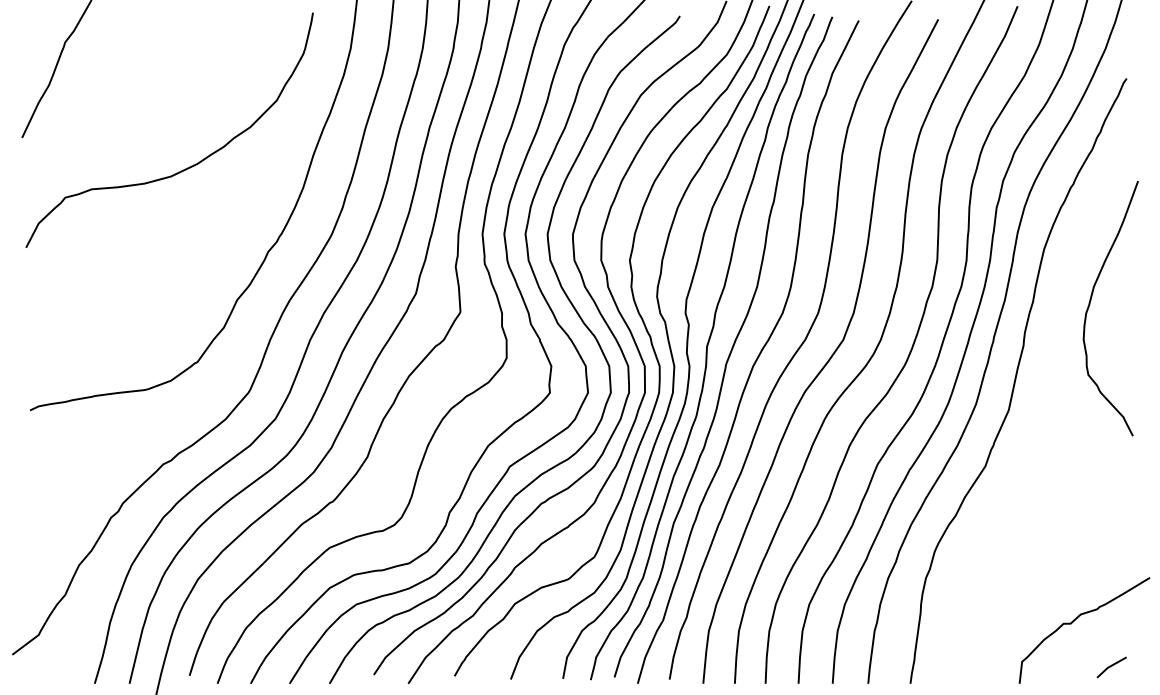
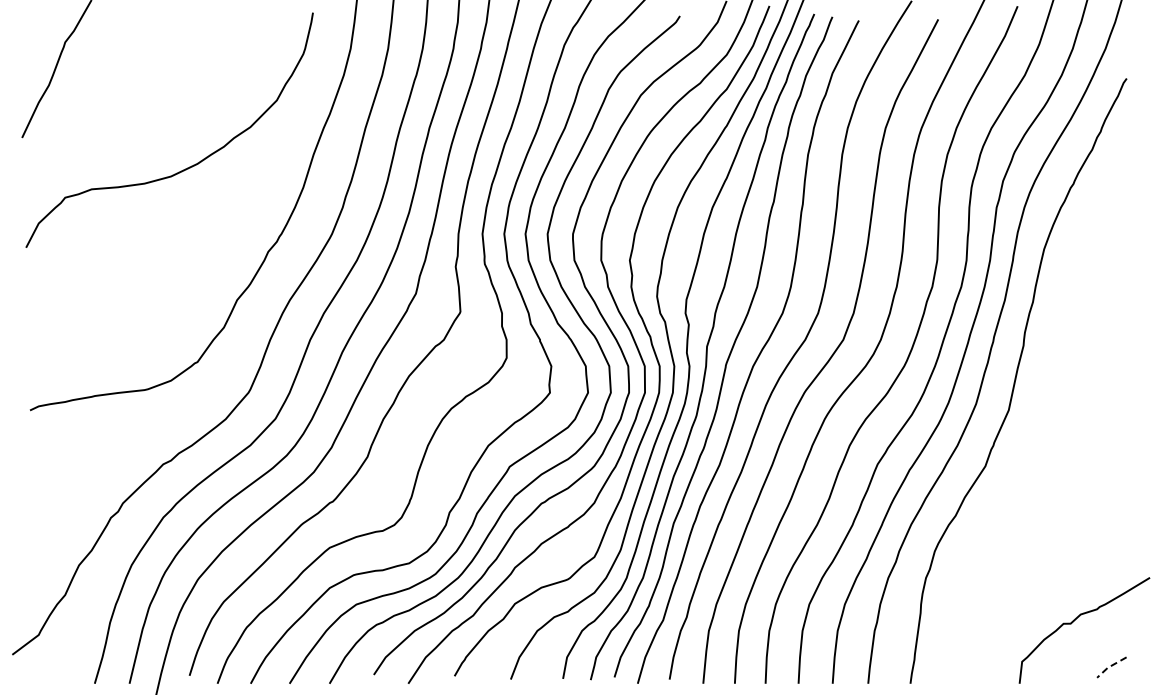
curve at (1090, 304): present -> none
line at (1110, 666): solid -> dashed
